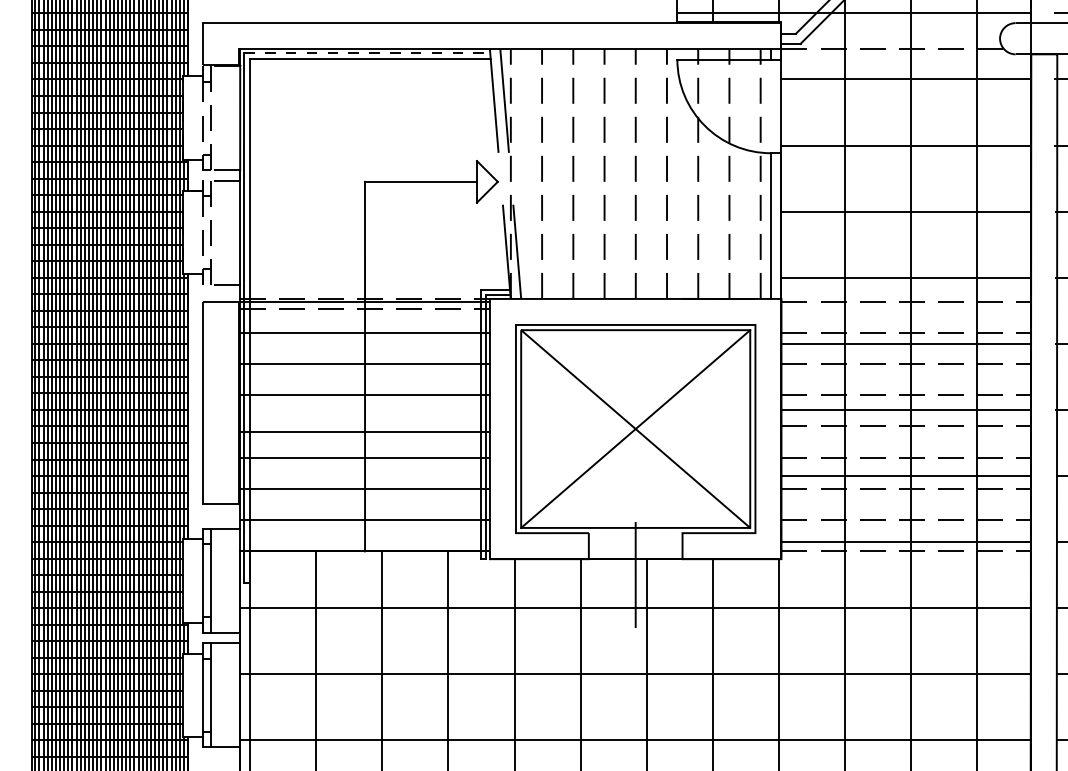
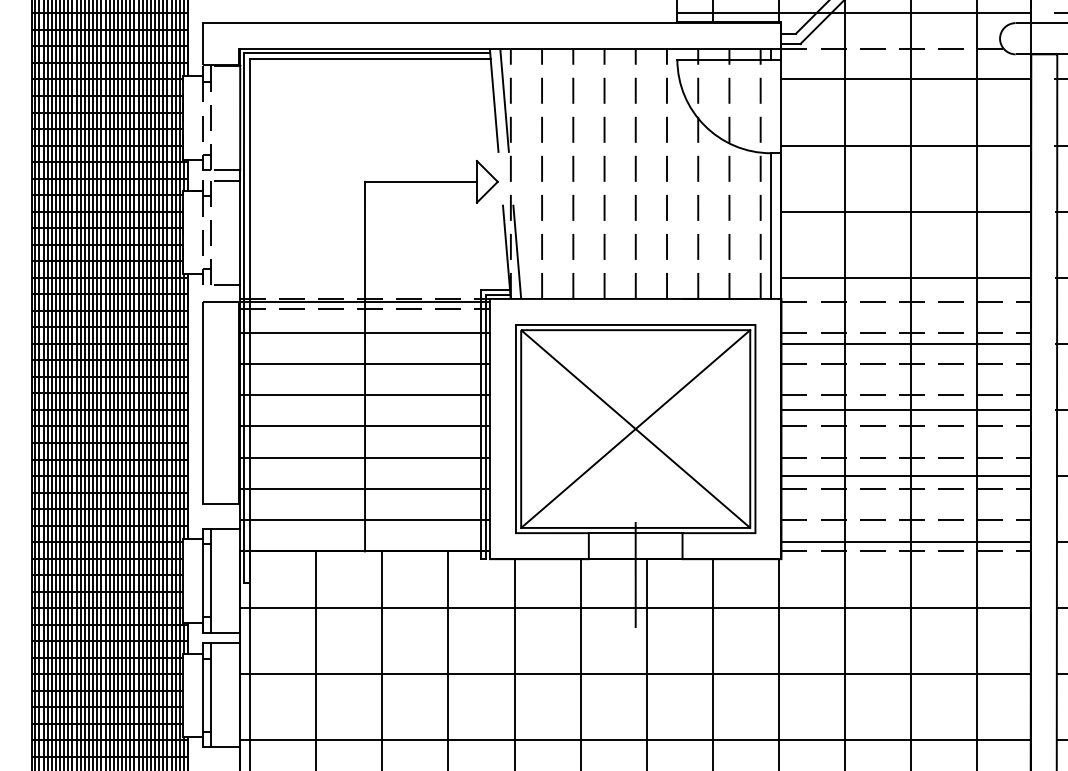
line at (367, 53): dashed -> solid
line at (364, 432) position: (364, 432) -> (364, 426)
line at (635, 533): none -> present
